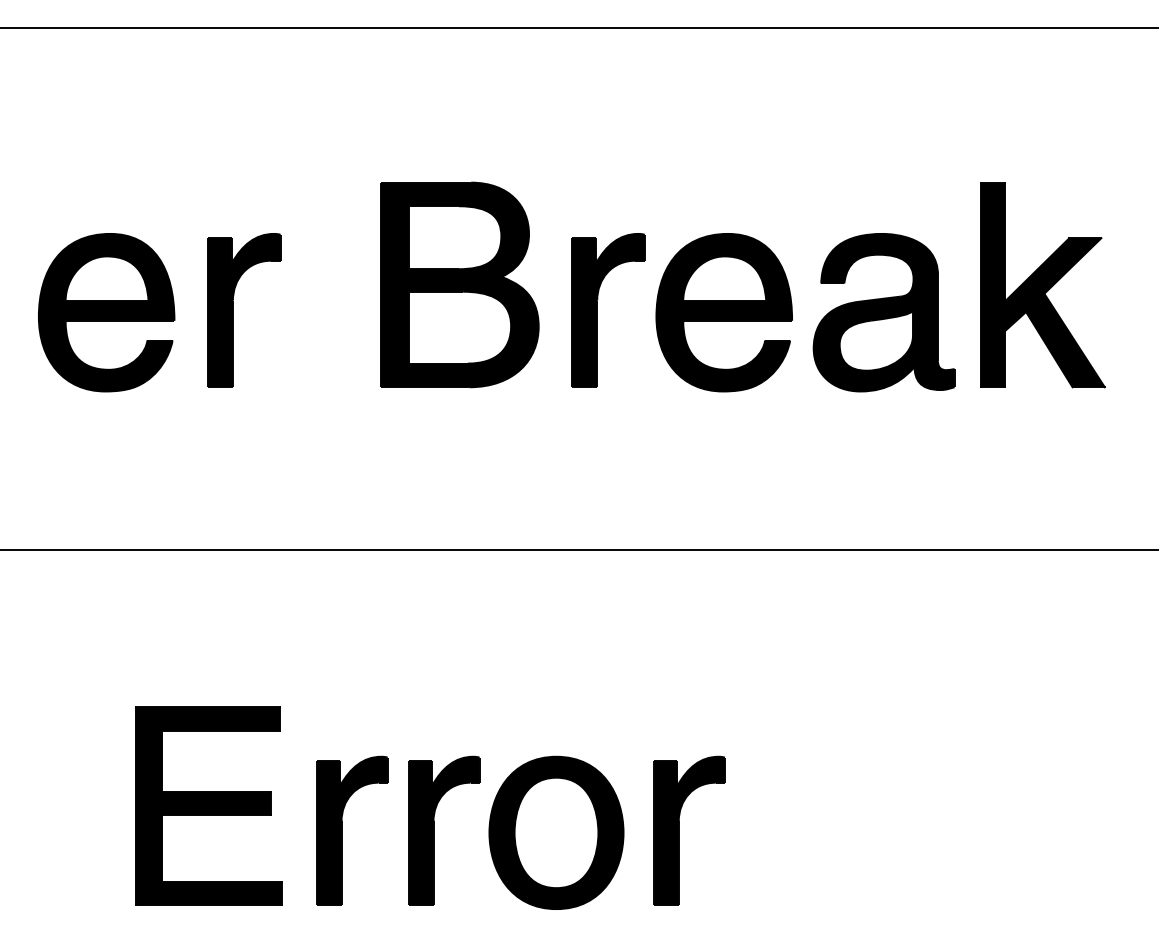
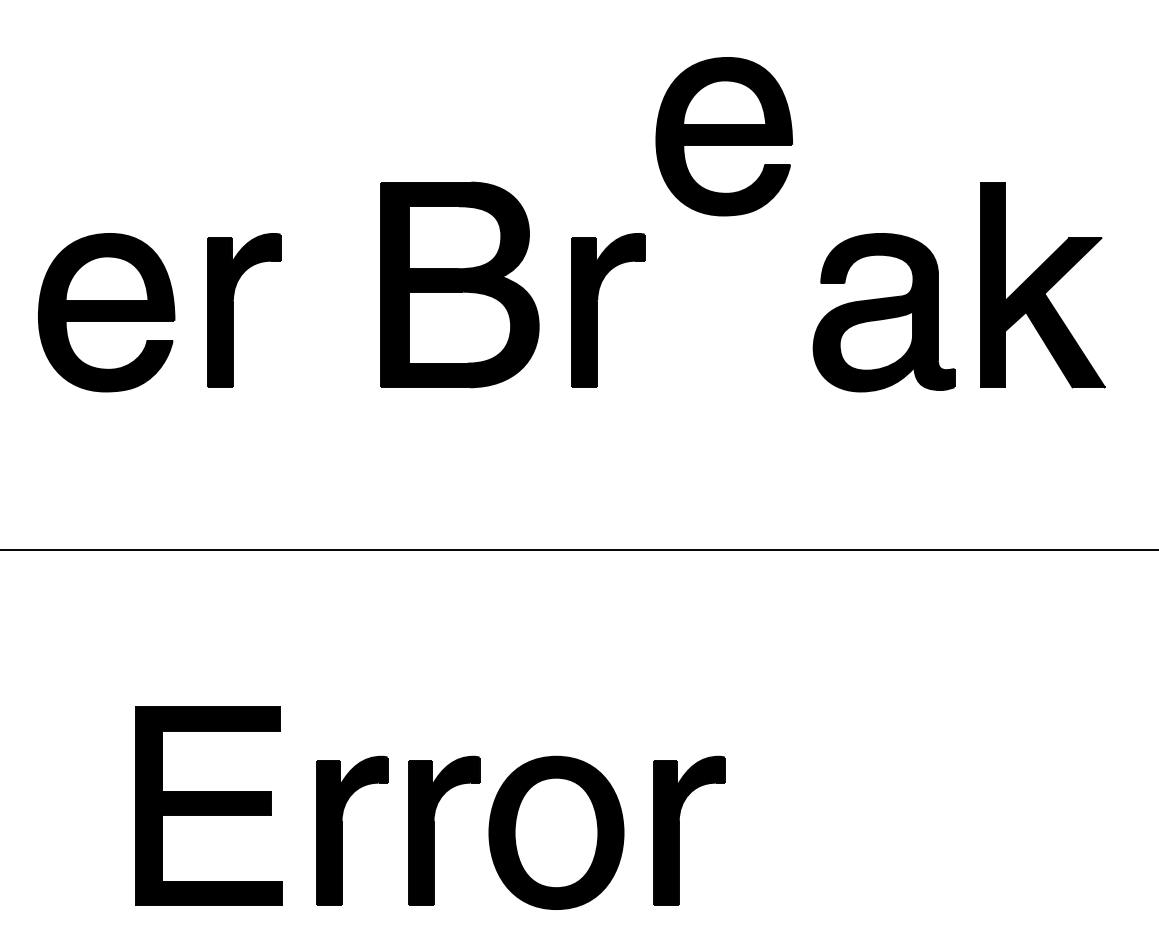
line at (578, 27): present -> none
part at (723, 312) position: (723, 312) -> (723, 136)
